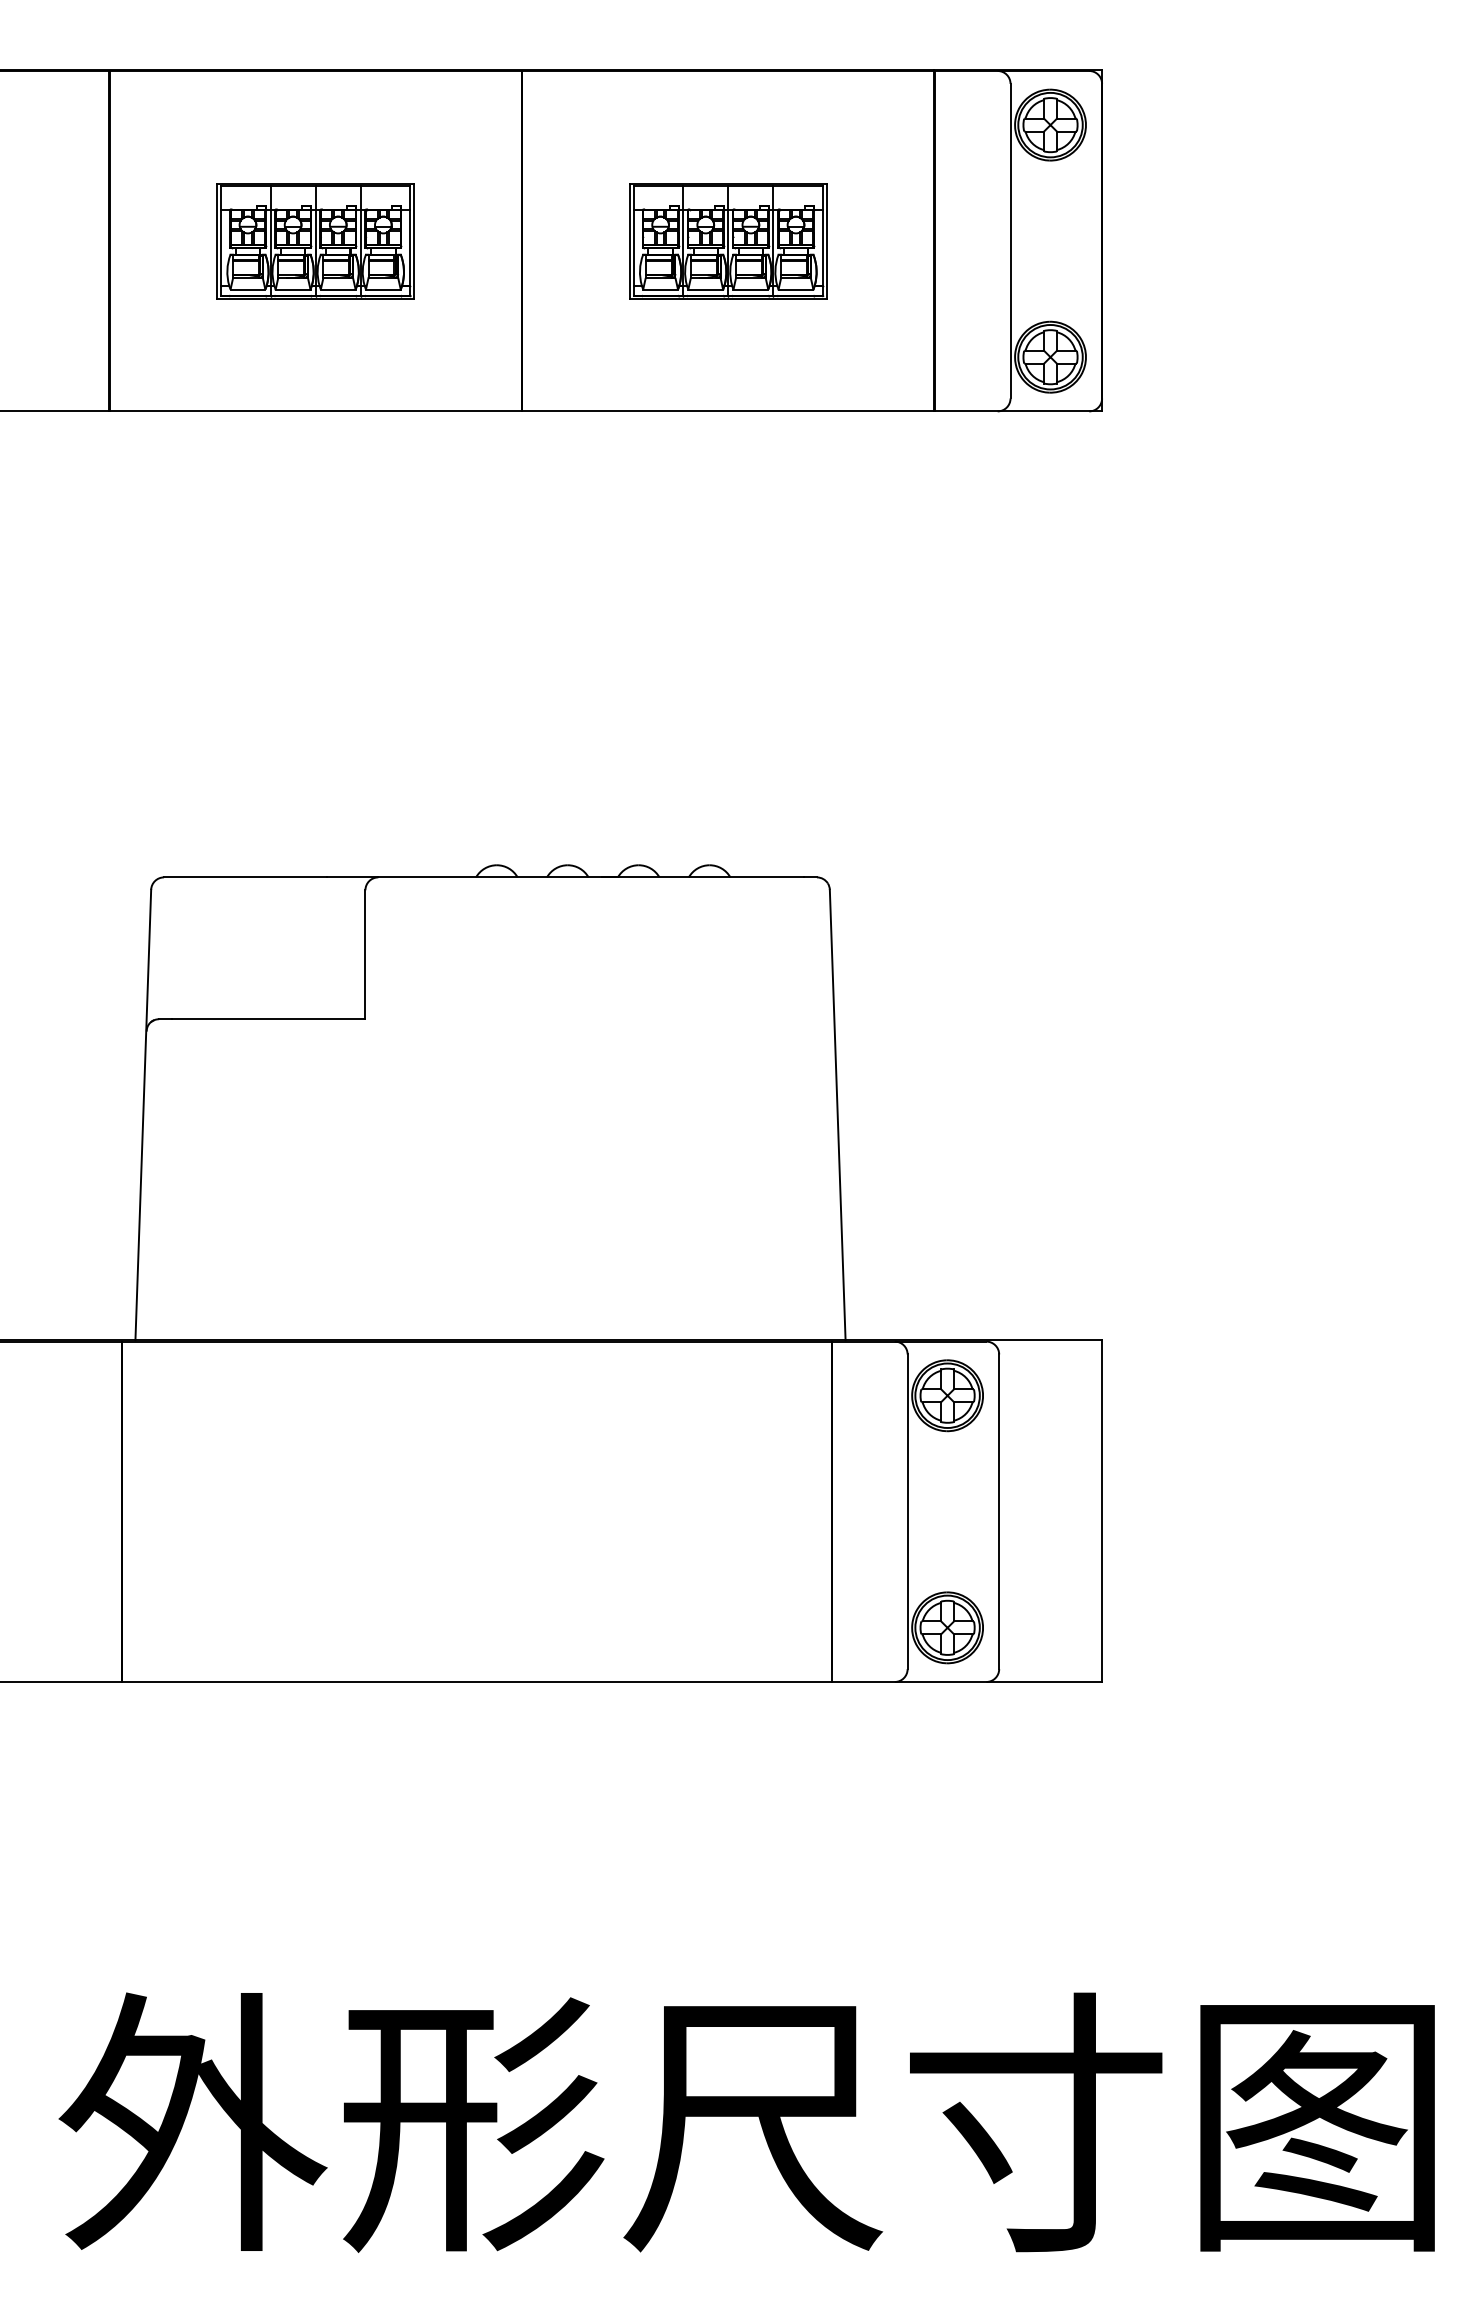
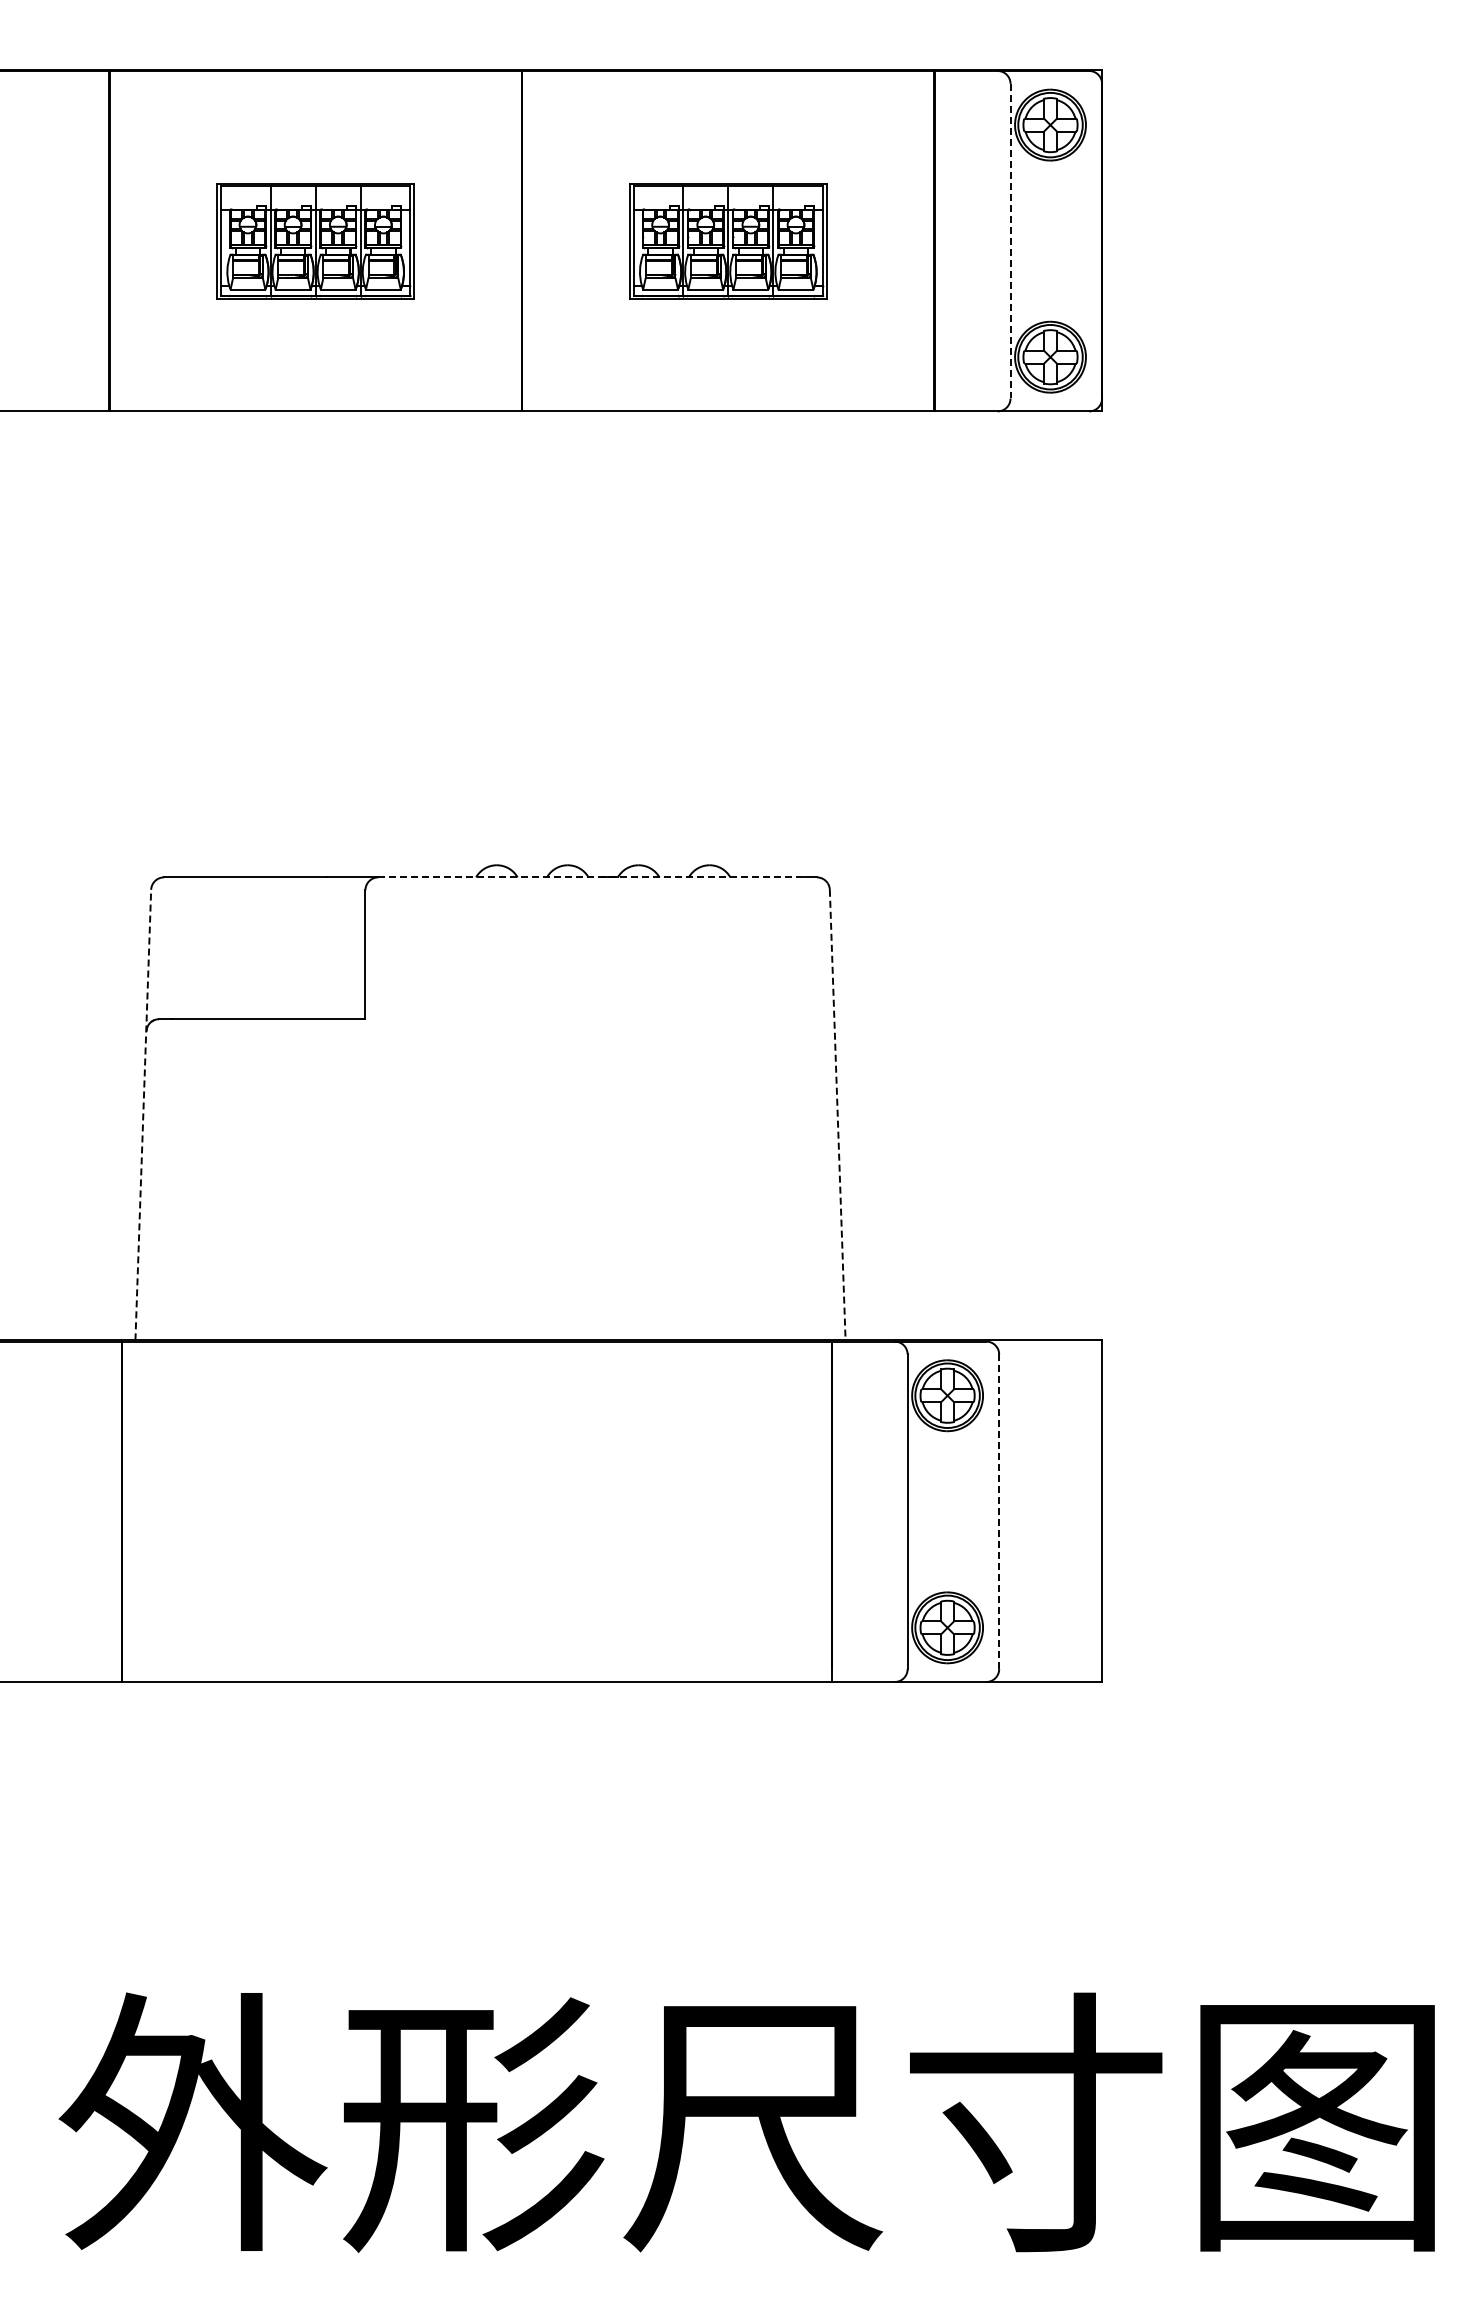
line at (1010, 241): solid -> dashed
line at (591, 877): solid -> dashed
line at (143, 1114): solid -> dashed
line at (837, 1115): solid -> dashed
line at (999, 1512): solid -> dashed
